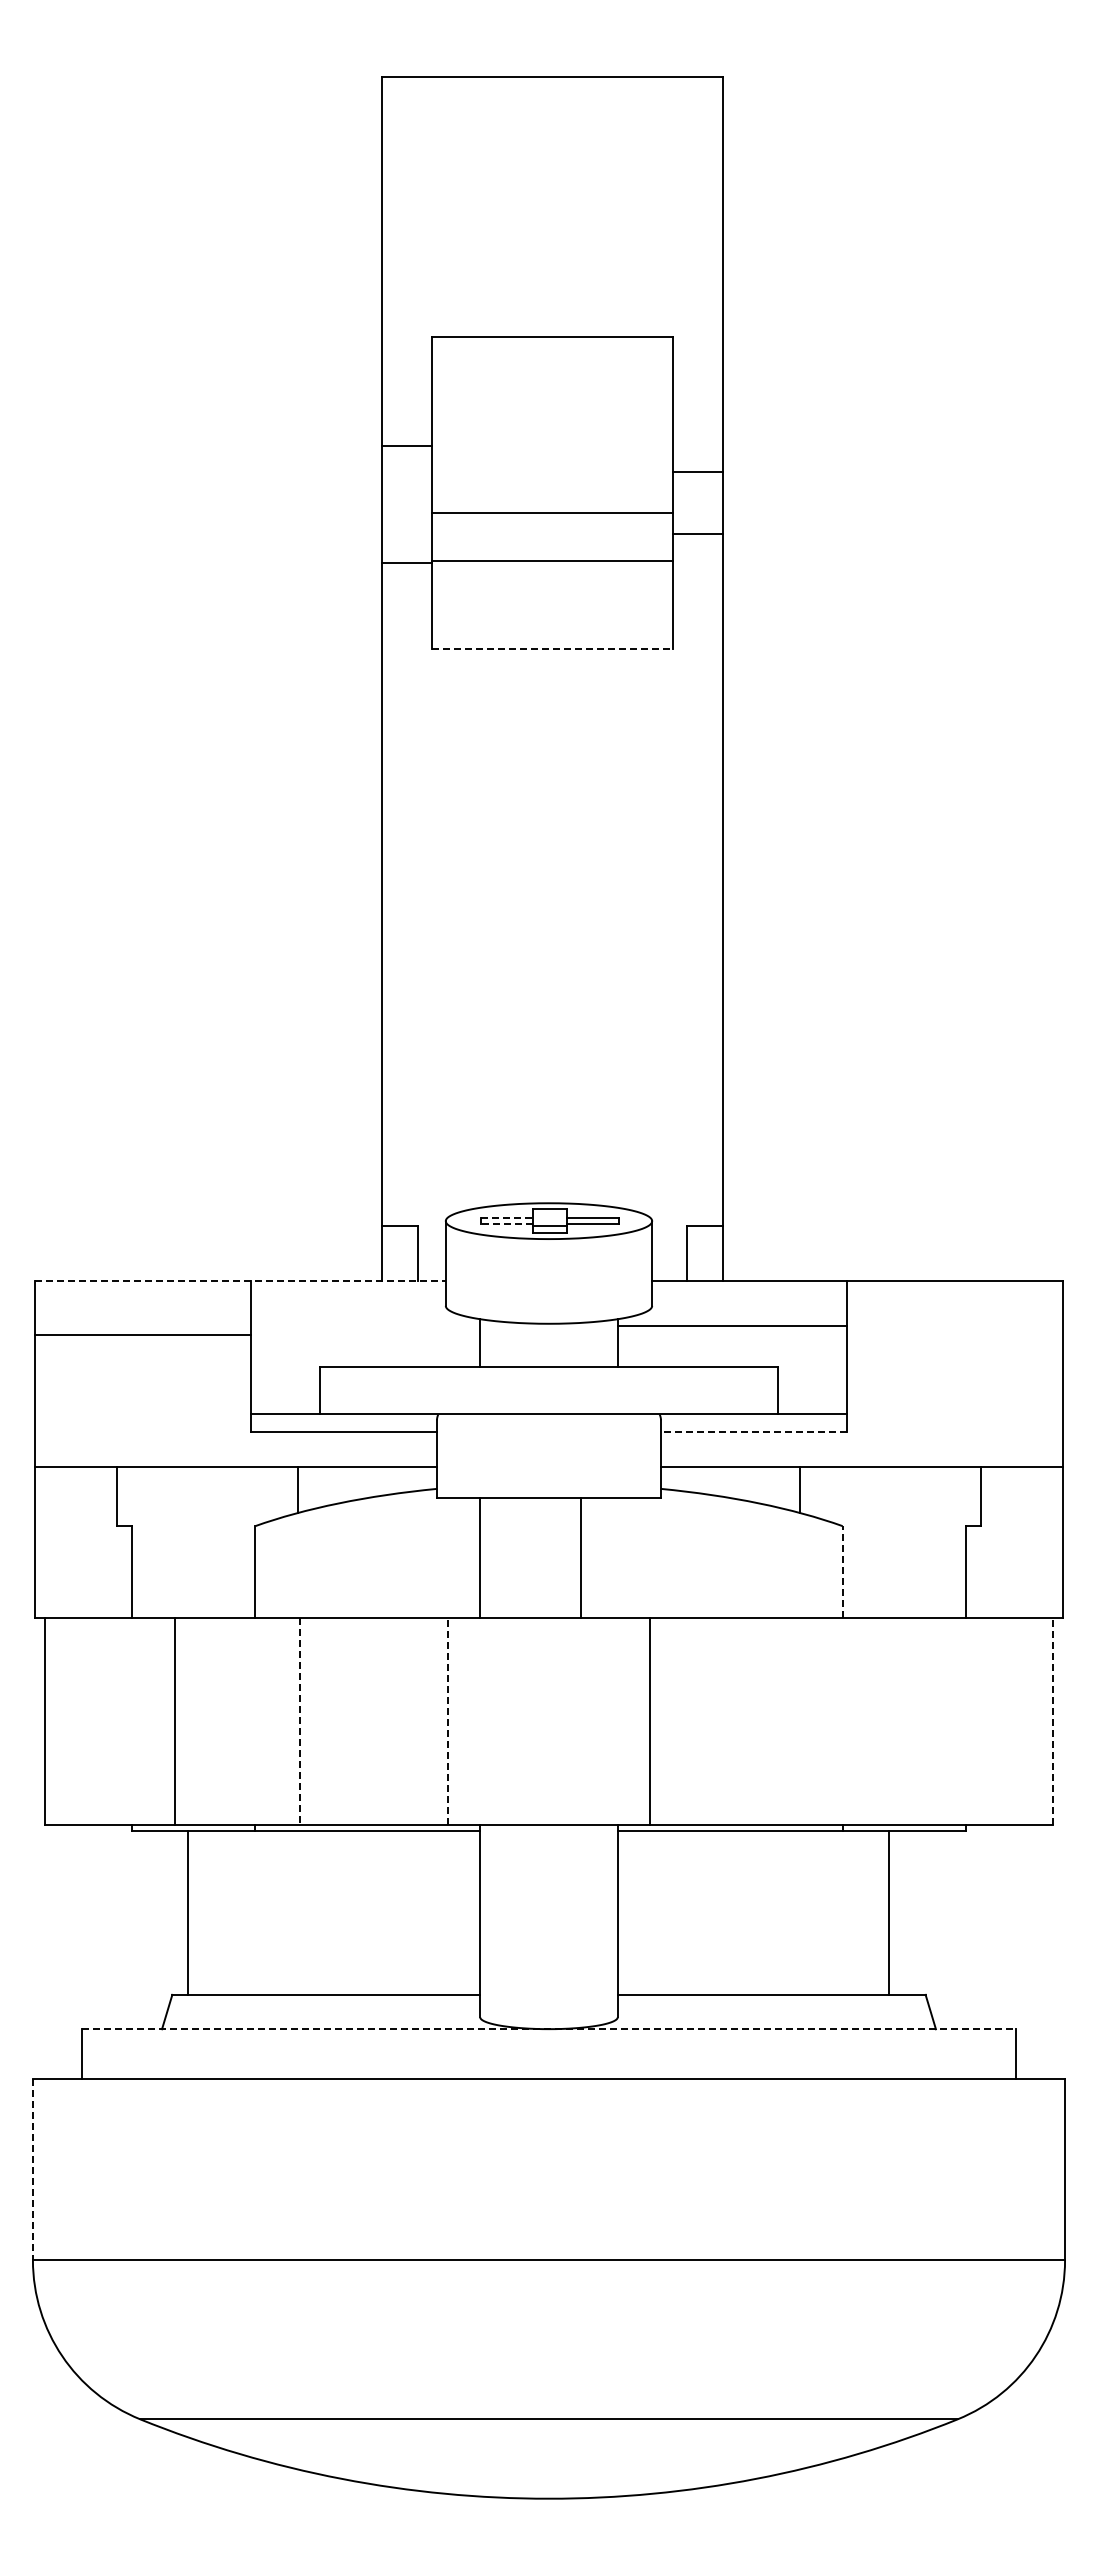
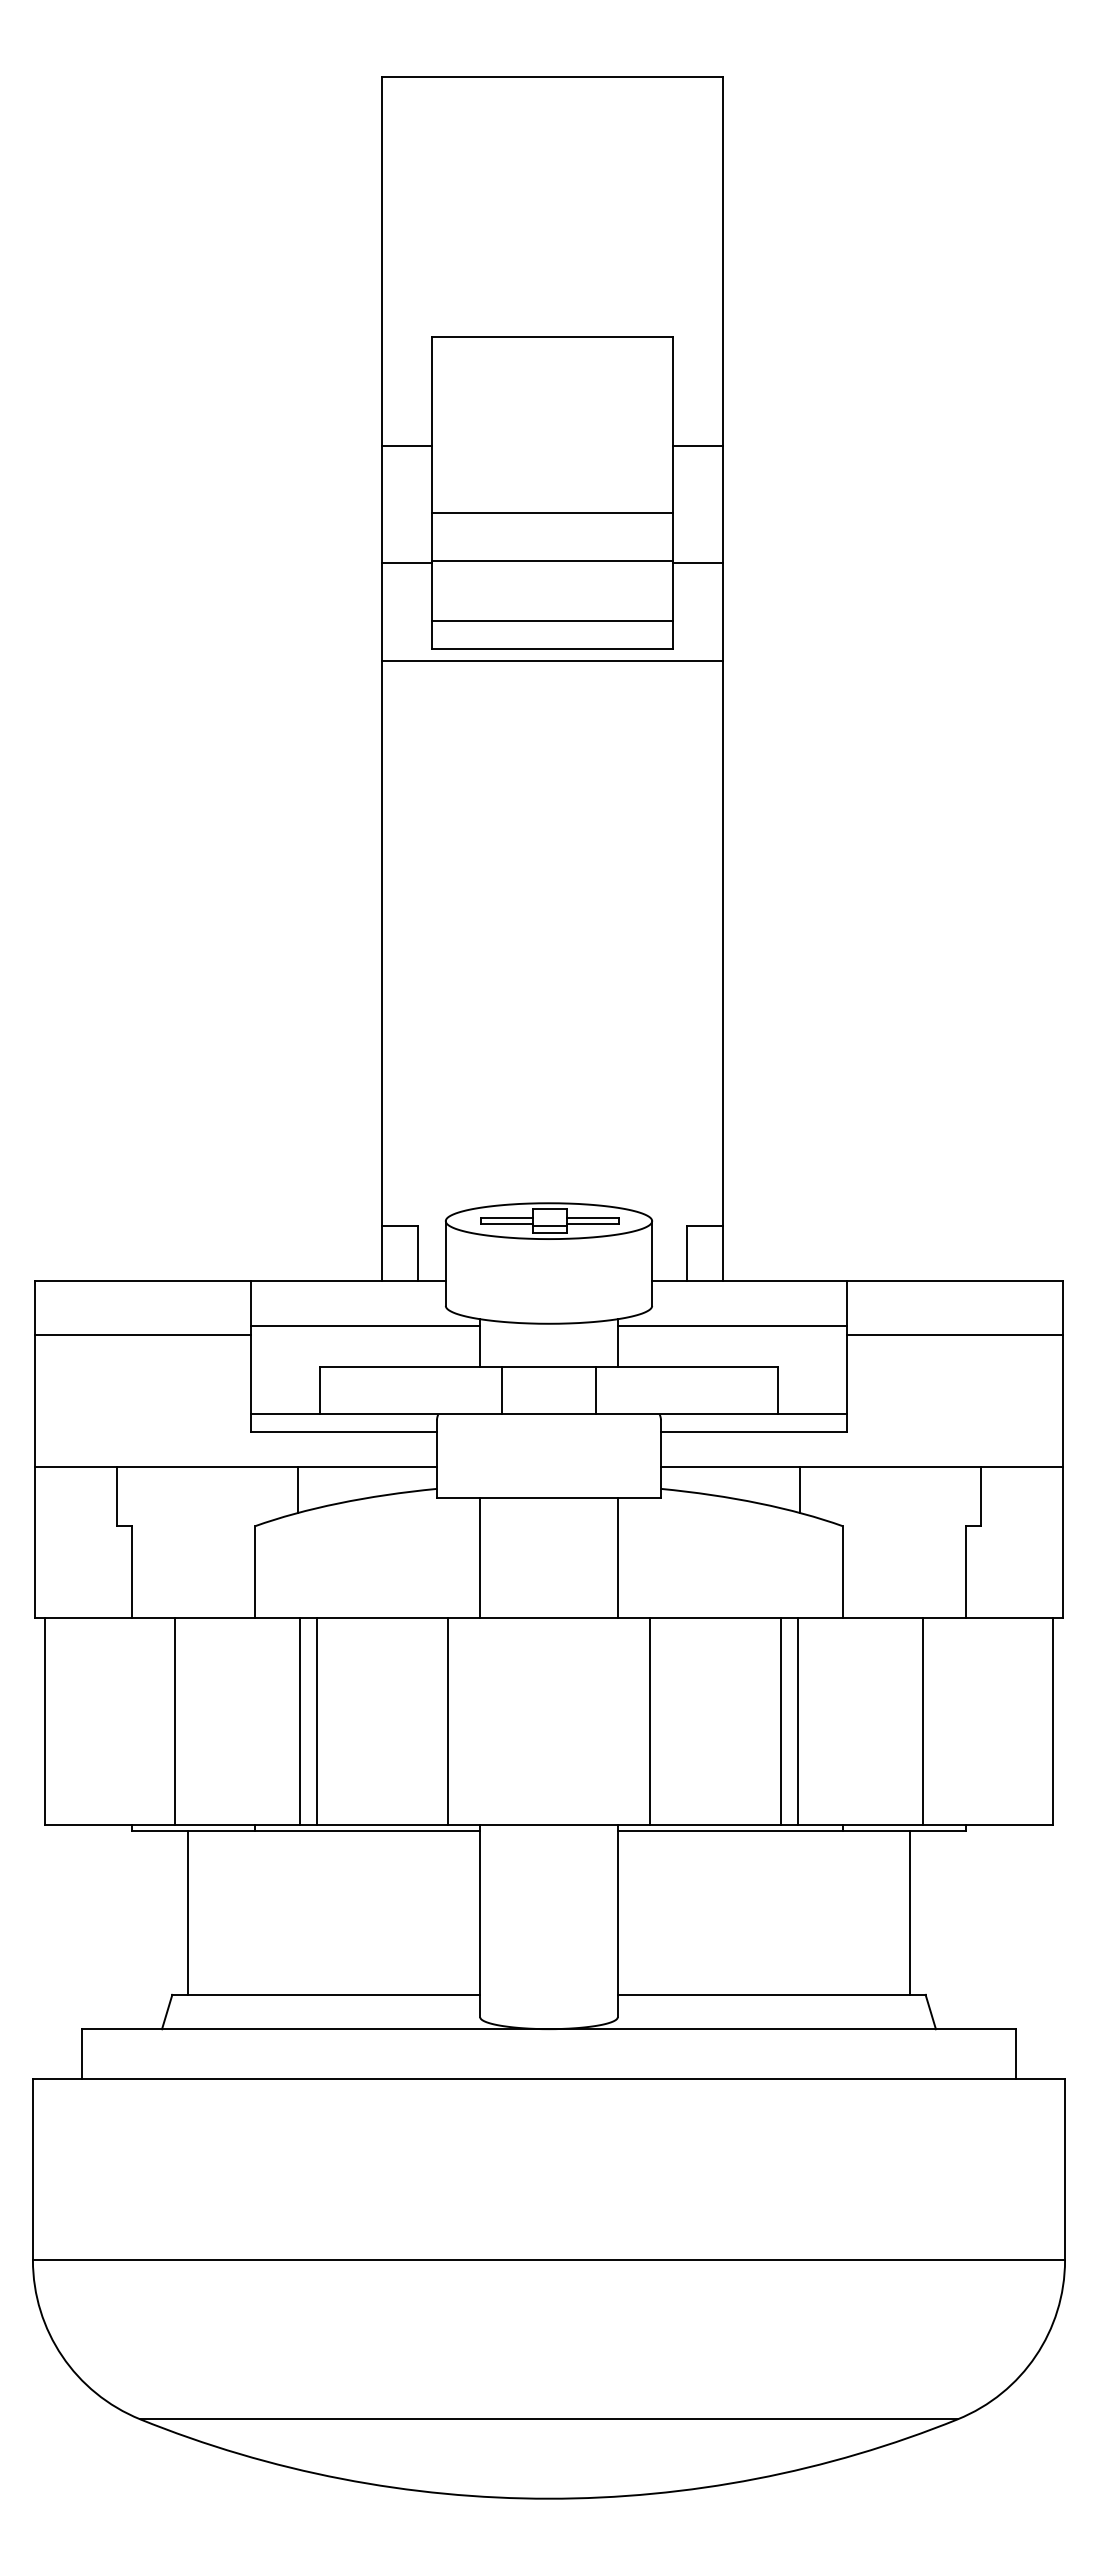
line at (697, 471) position: (697, 471) -> (697, 445)
line at (697, 534) position: (697, 534) -> (697, 563)
line at (552, 621): none -> present
line at (552, 648): dashed -> solid
line at (552, 660): none -> present
line at (507, 1218): dashed -> solid
line at (507, 1224): dashed -> solid
line at (240, 1281): dashed -> solid
line at (365, 1326): none -> present
line at (954, 1334): none -> present
line at (501, 1390): none -> present
line at (596, 1390): none -> present
line at (753, 1431): dashed -> solid
line at (580, 1557) position: (580, 1557) -> (617, 1557)
line at (842, 1571): dashed -> solid
line at (447, 1720): dashed -> solid
line at (1053, 1720): dashed -> solid
line at (299, 1721): dashed -> solid
line at (316, 1721): none -> present
line at (781, 1721): none -> present
line at (798, 1721): none -> present
line at (922, 1721): none -> present
line at (889, 1912) position: (889, 1912) -> (910, 1912)
line at (548, 2029): dashed -> solid
line at (32, 2169): dashed -> solid
